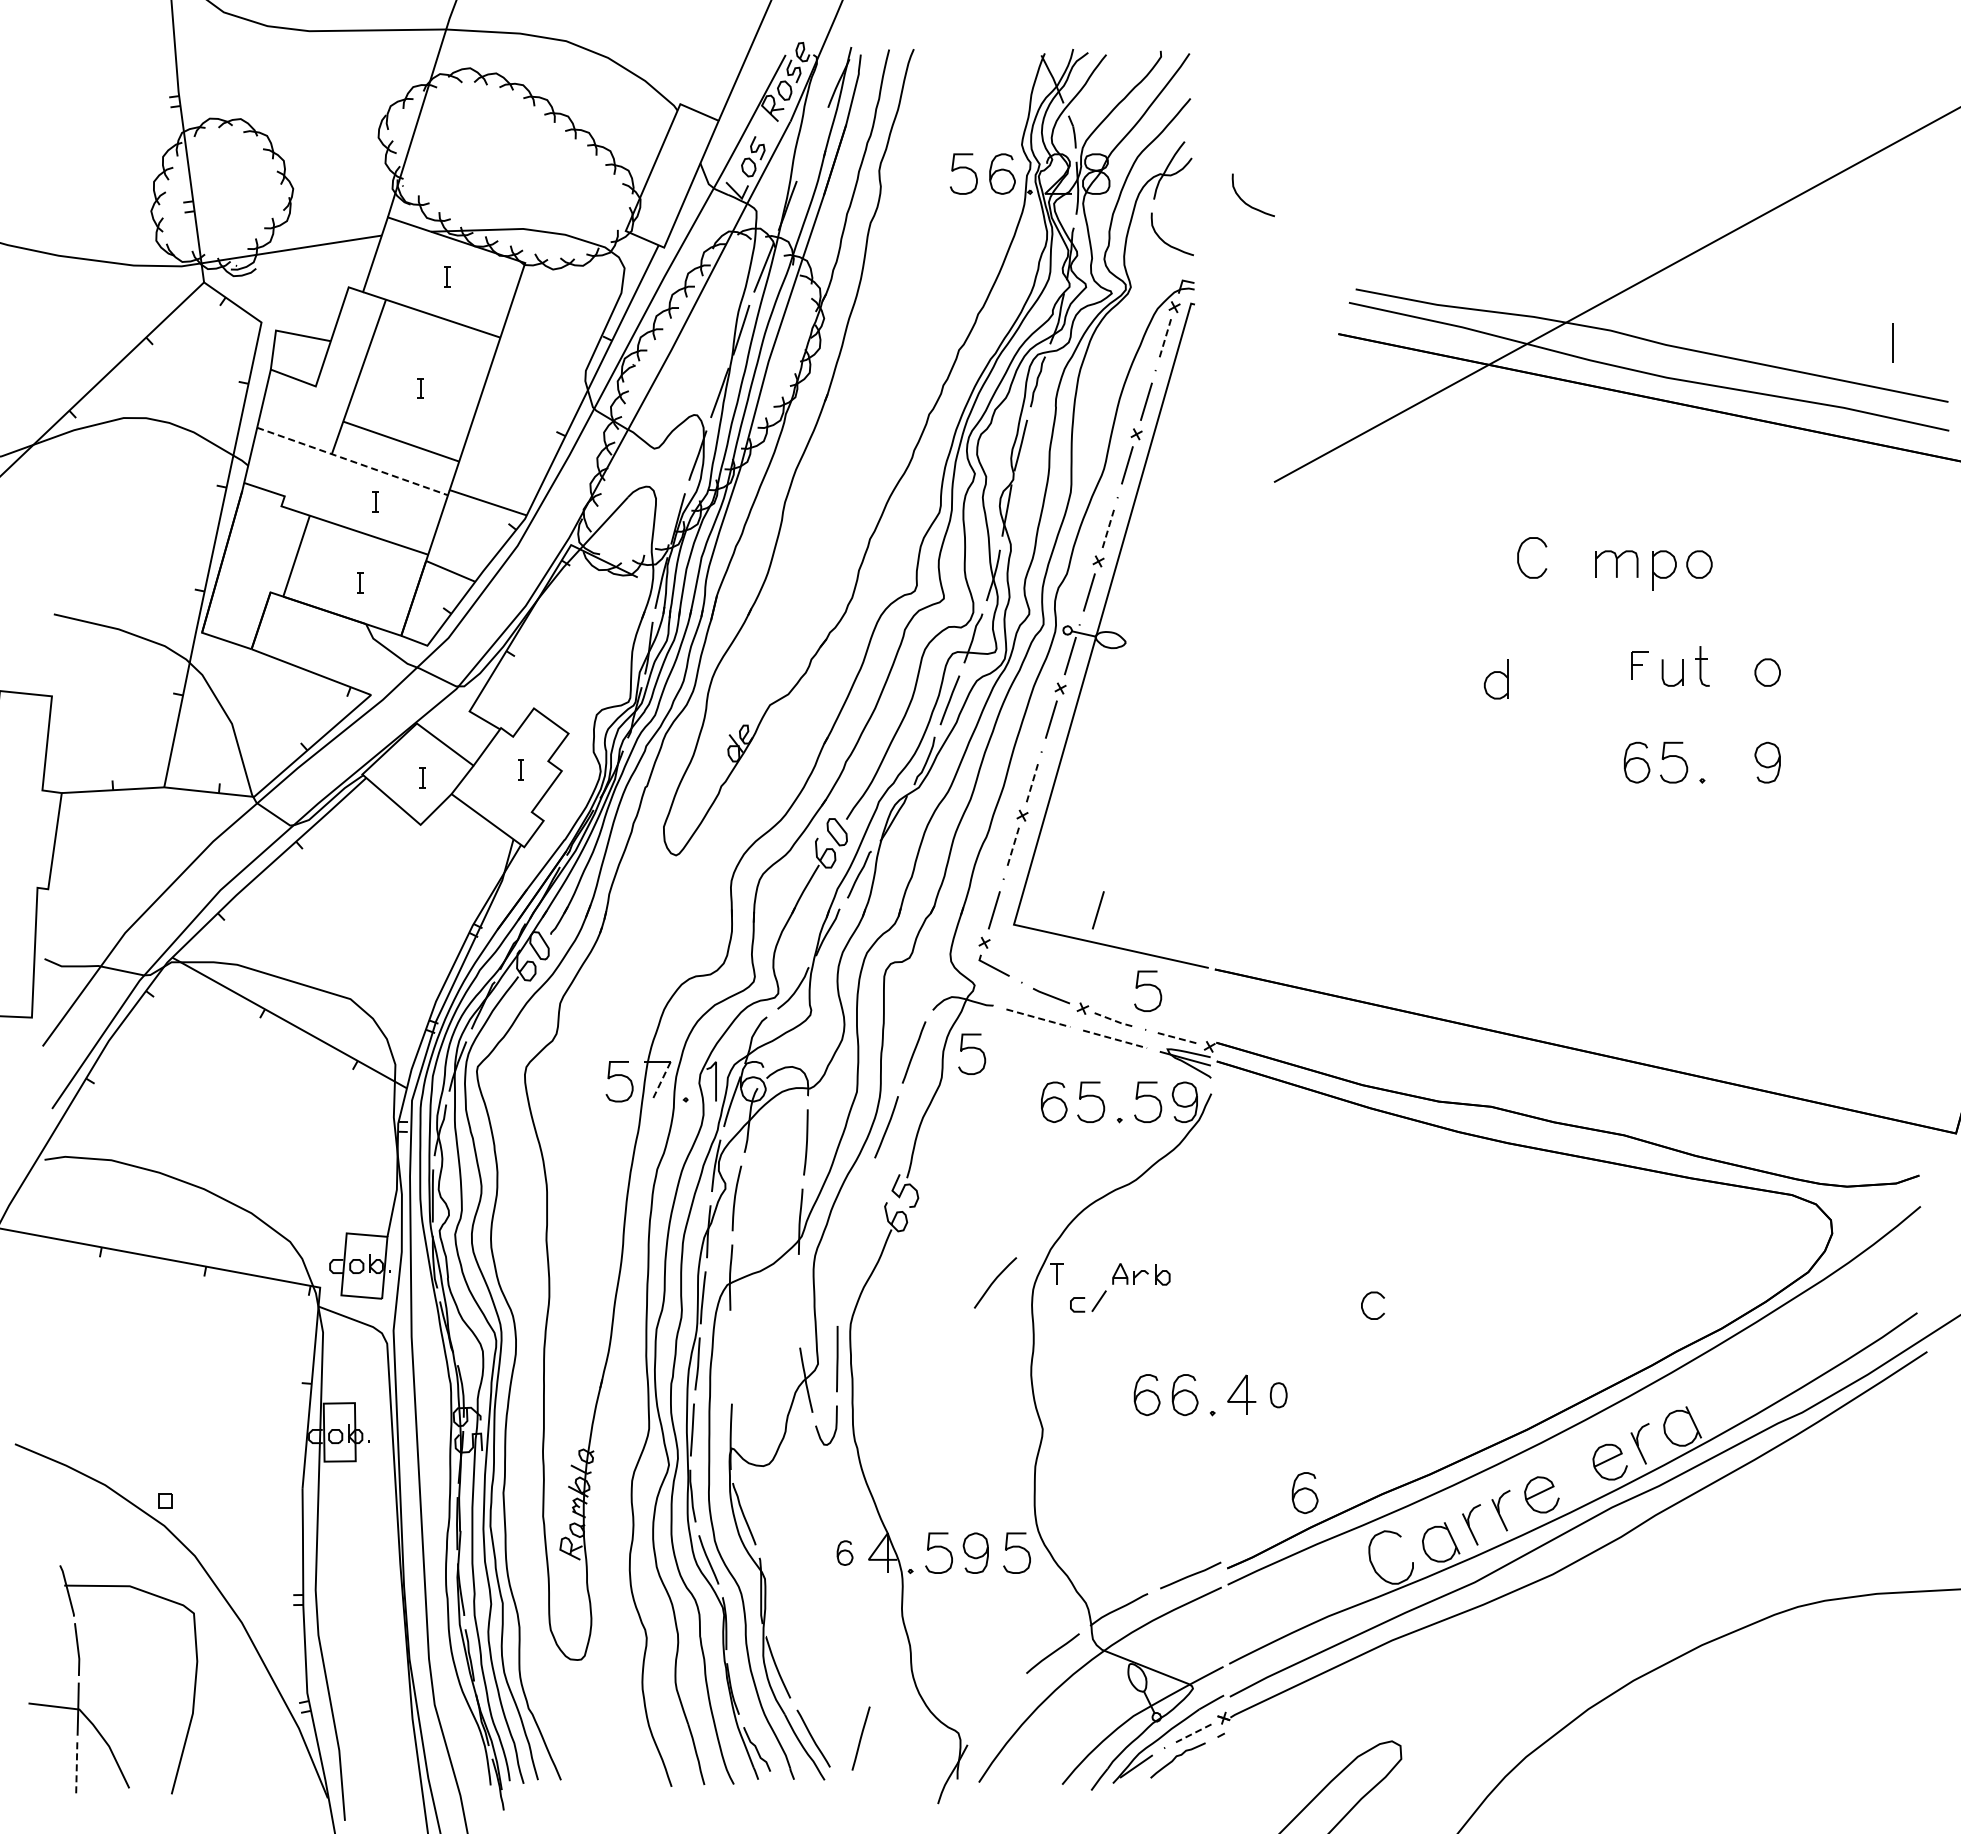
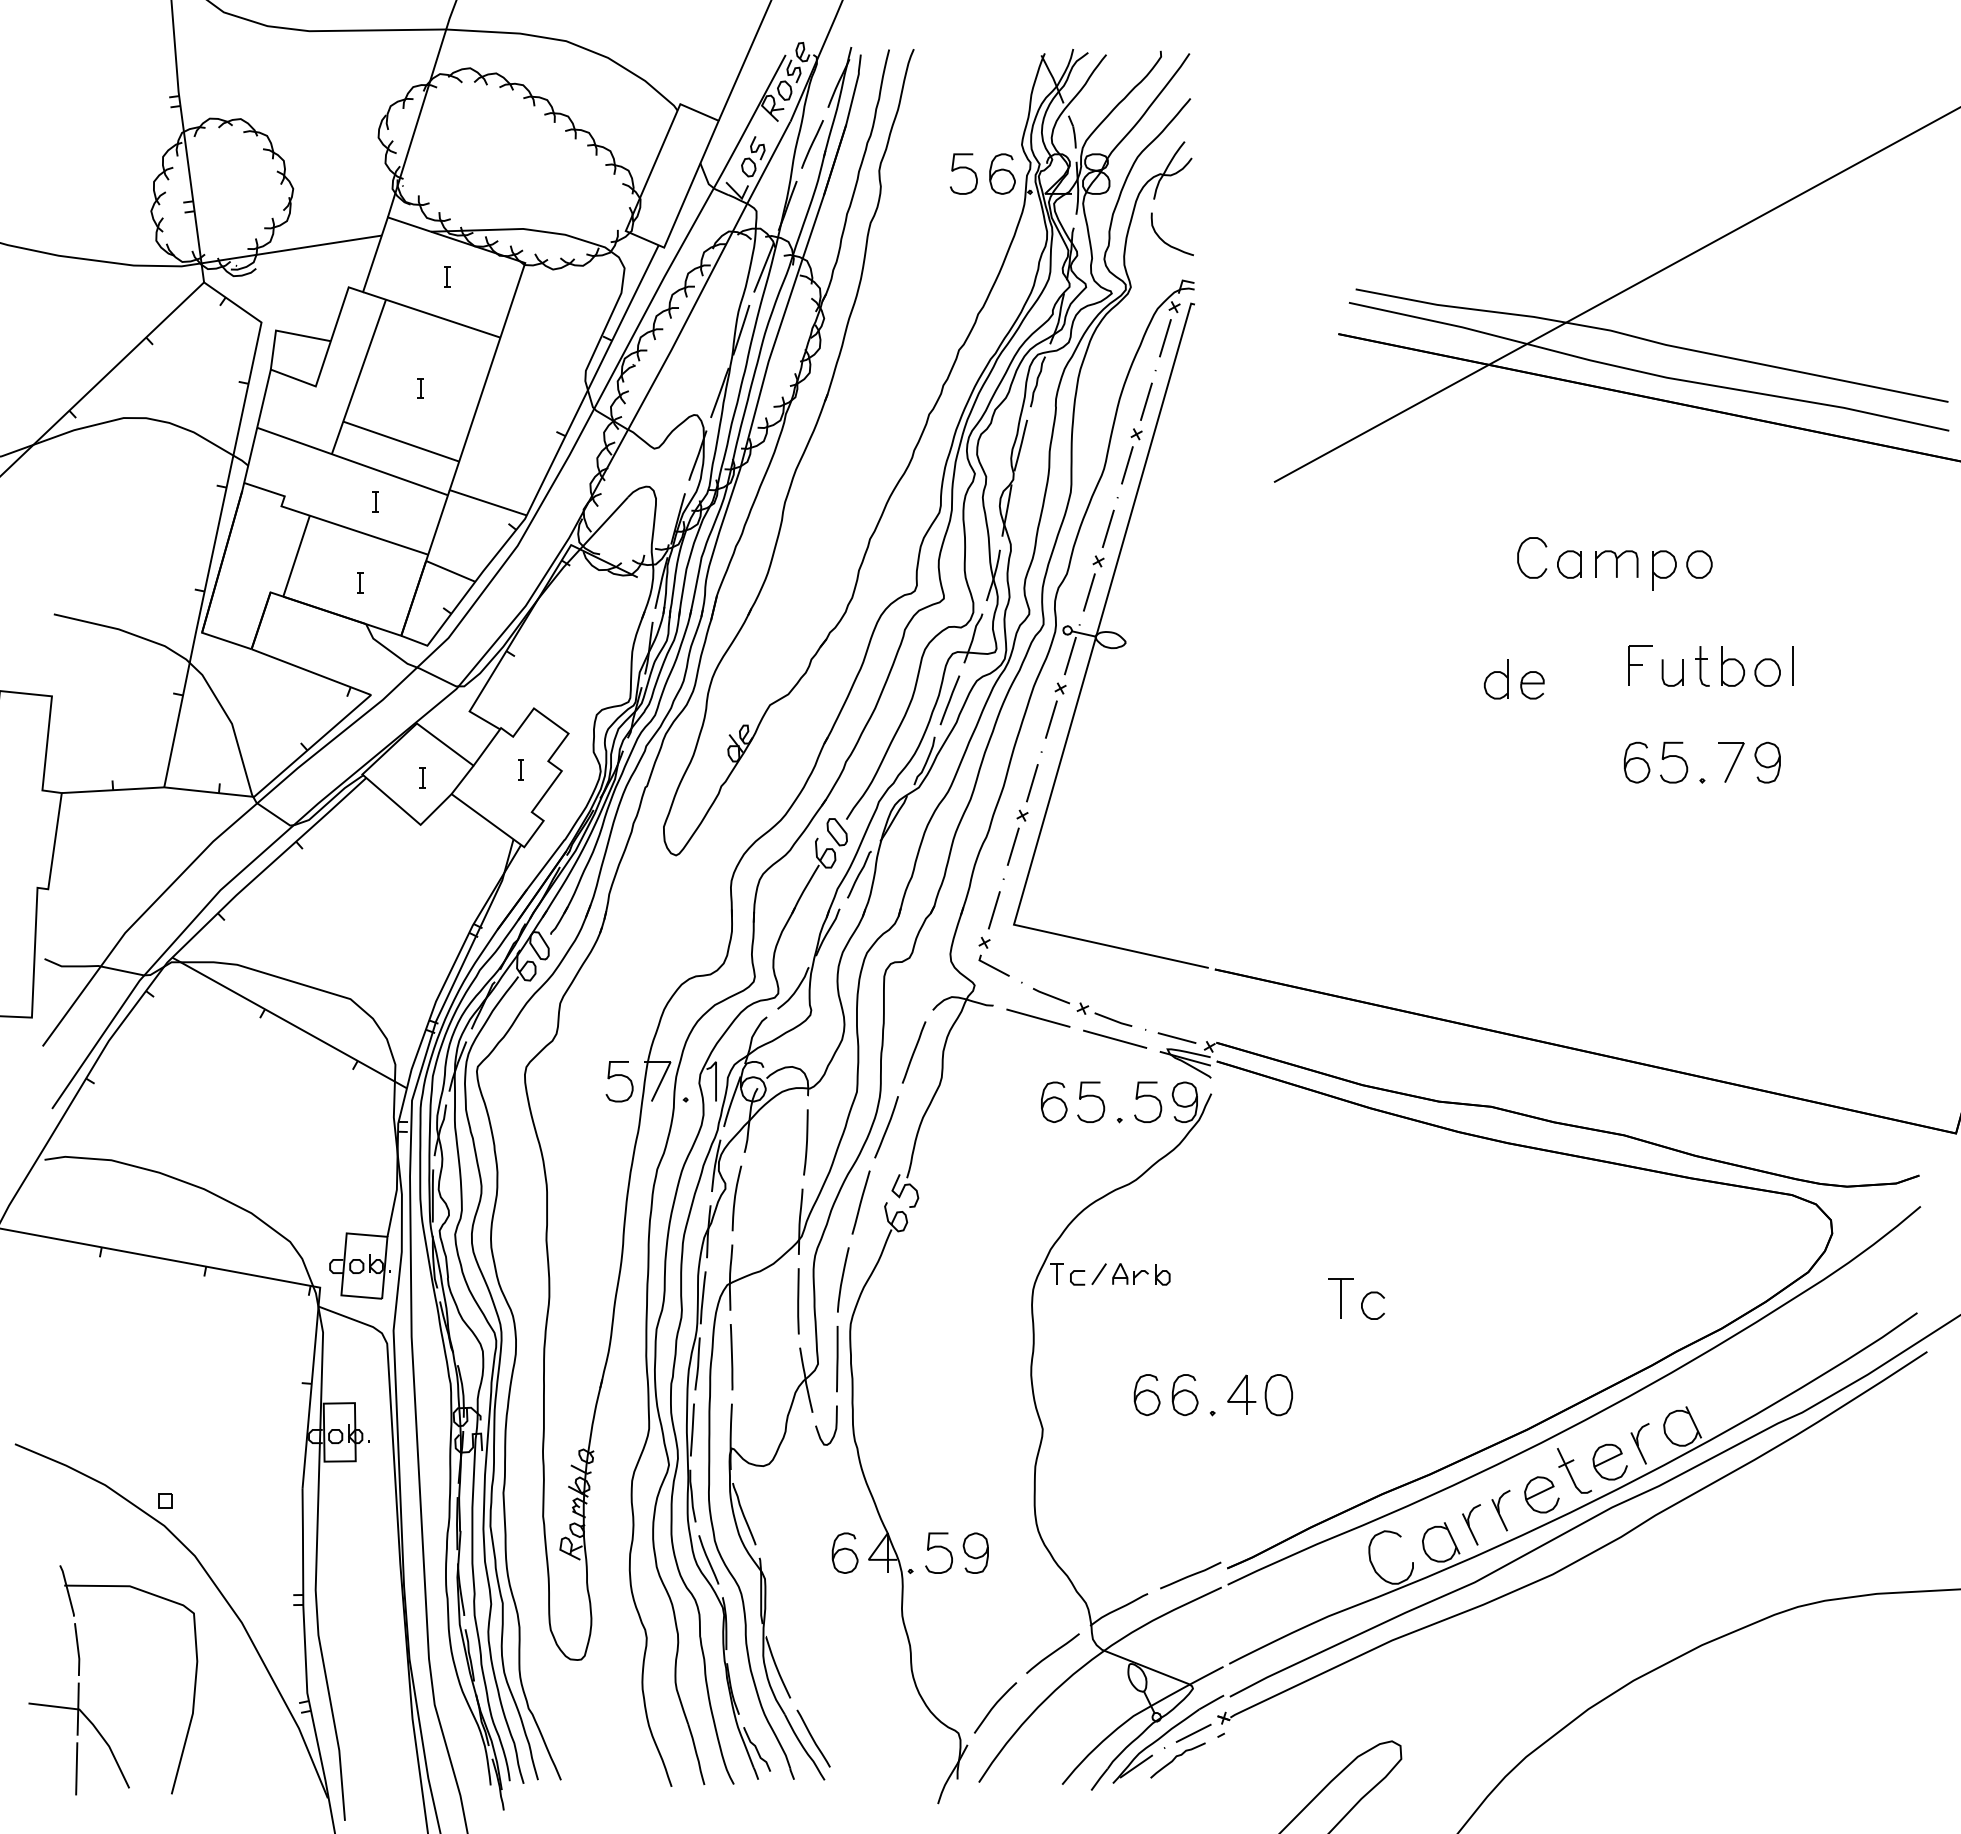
line at (812, 144): none -> present
curve at (1246, 202): present -> none
line at (1165, 338): dashed -> solid
line at (1892, 342) position: (1892, 342) -> (1792, 665)
line at (352, 461): dashed -> solid
line at (1108, 528): dashed -> solid
part at (1569, 564): none -> present
part at (1639, 665) size: 18x29 px -> 25x41 px
part at (1732, 666): none -> present
part at (1532, 685): none -> present
part at (1731, 762): none -> present
line at (1032, 783): dashed -> solid
line at (1013, 846): dashed -> solid
line at (1098, 910): present -> none
curve at (1148, 985): present -> none
line at (1038, 1018): dashed -> solid
line at (1114, 1020): dashed -> solid
line at (1177, 1038): dashed -> solid
line at (1115, 1039): dashed -> solid
curve at (972, 1048): present -> none
line at (661, 1081): dashed -> solid
curve at (843, 1278): none -> present
curve at (995, 1281) position: (995, 1281) -> (995, 1706)
part at (1340, 1298): none -> present
line at (798, 1301): none -> present
part at (1088, 1301) position: (1088, 1301) -> (1088, 1274)
line at (731, 1357): none -> present
part at (1278, 1395) size: 18x27 px -> 29x43 px
part at (1574, 1470): none -> present
part at (1304, 1493): present -> none
curve at (1016, 1547): present -> none
part at (844, 1552) size: 18x26 px -> 28x42 px
line at (1193, 1733): dashed -> solid
line at (860, 1738) position: (860, 1738) -> (860, 1202)
line at (76, 1768): dashed -> solid
